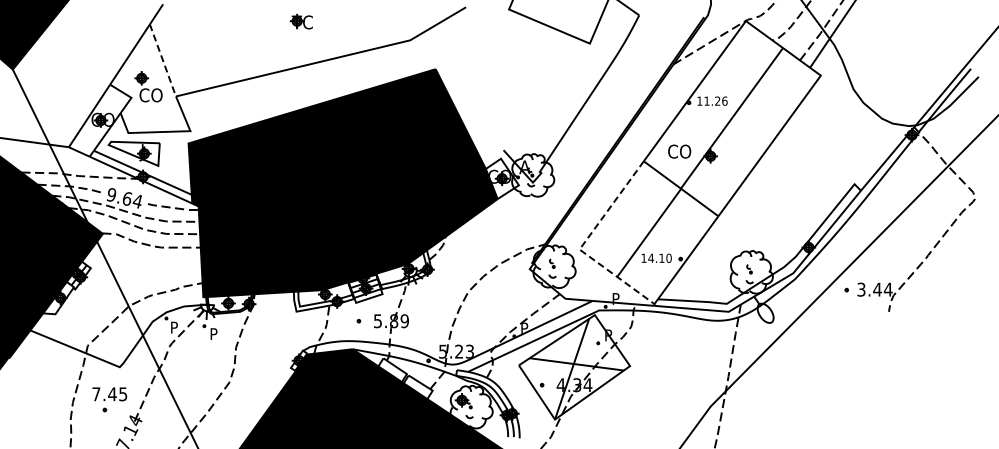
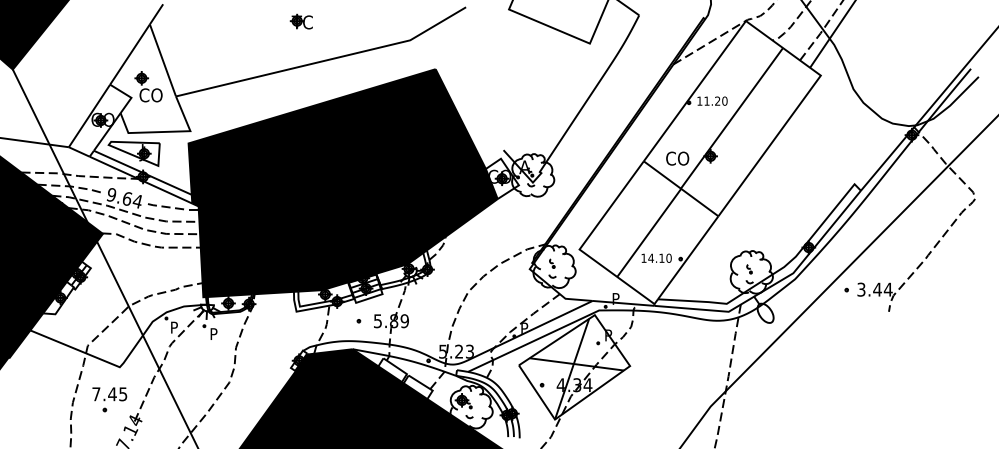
line at (163, 60): dashed -> solid
text at (724, 100): 11.26 -> 11.20
text at (679, 151) position: (679, 151) -> (677, 158)
line at (584, 243): dashed -> solid
